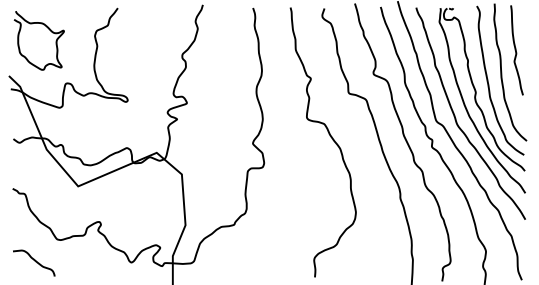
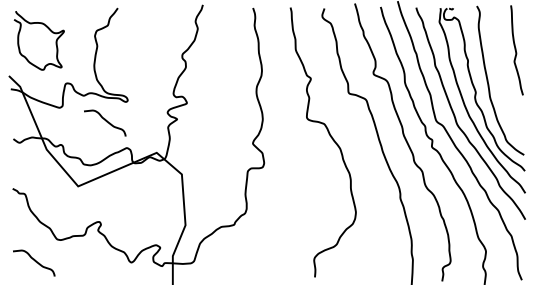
curve at (502, 72): present -> none
curve at (105, 121): none -> present
